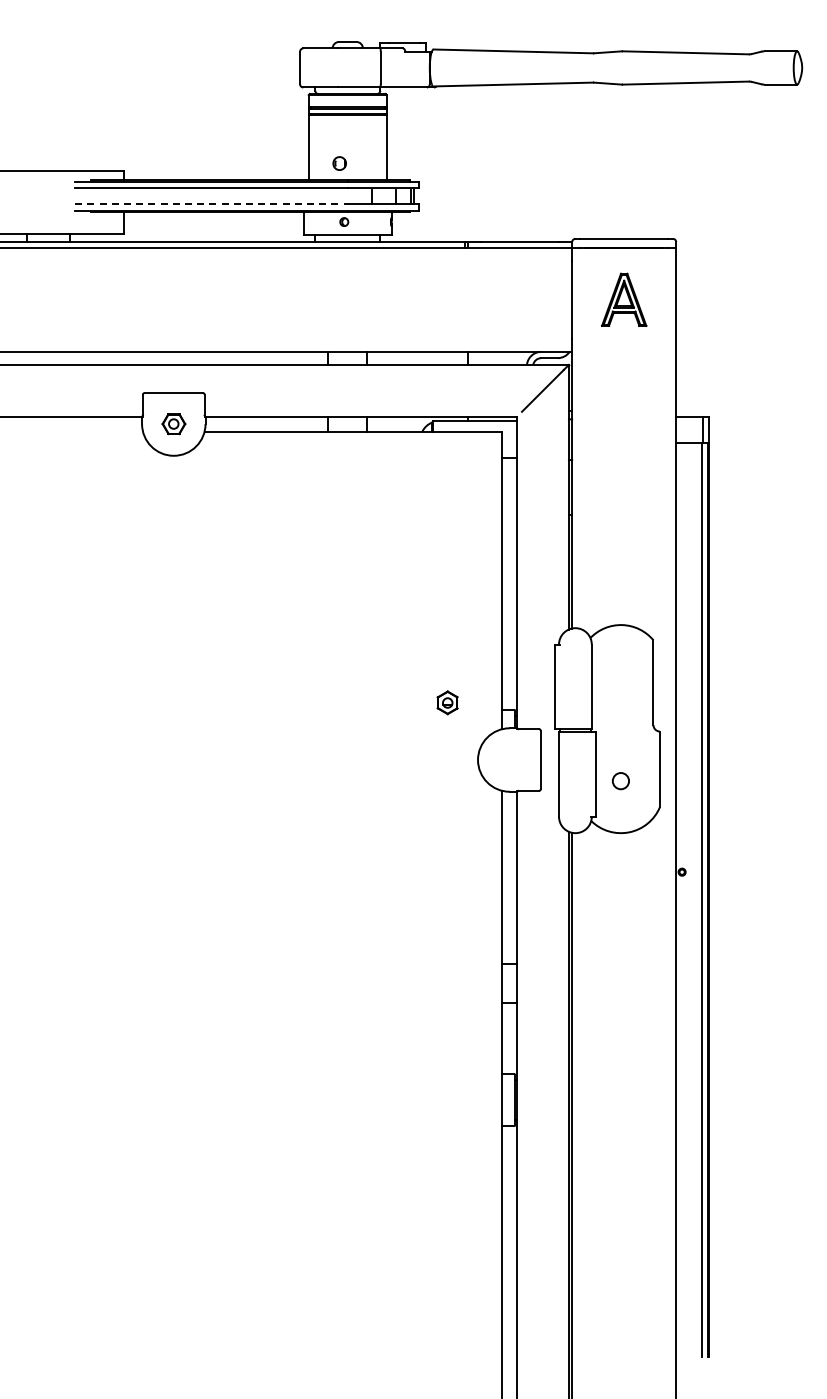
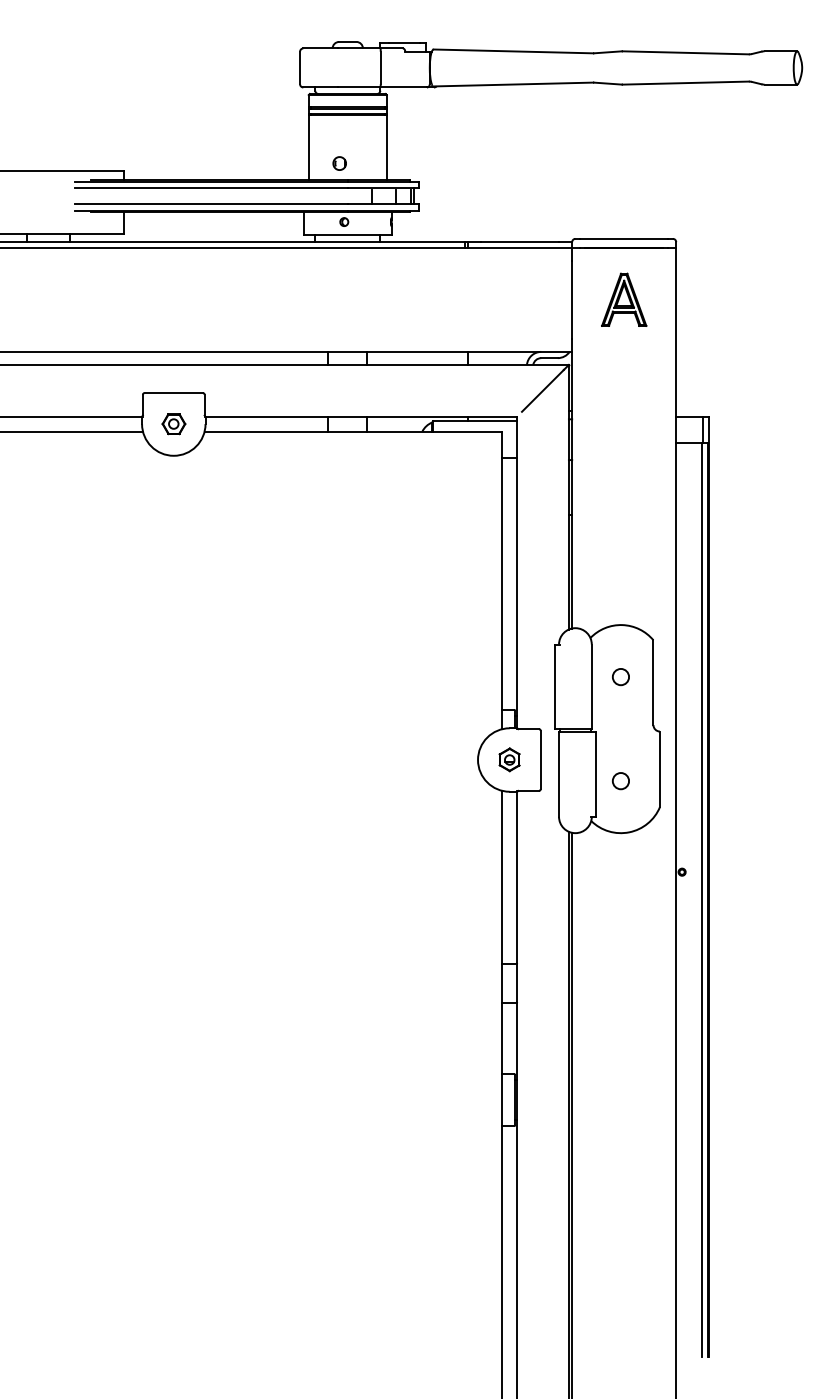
line at (211, 204): dashed -> solid
line at (72, 431): none -> present
circle at (620, 677): none -> present
part at (447, 702) position: (447, 702) -> (509, 759)
